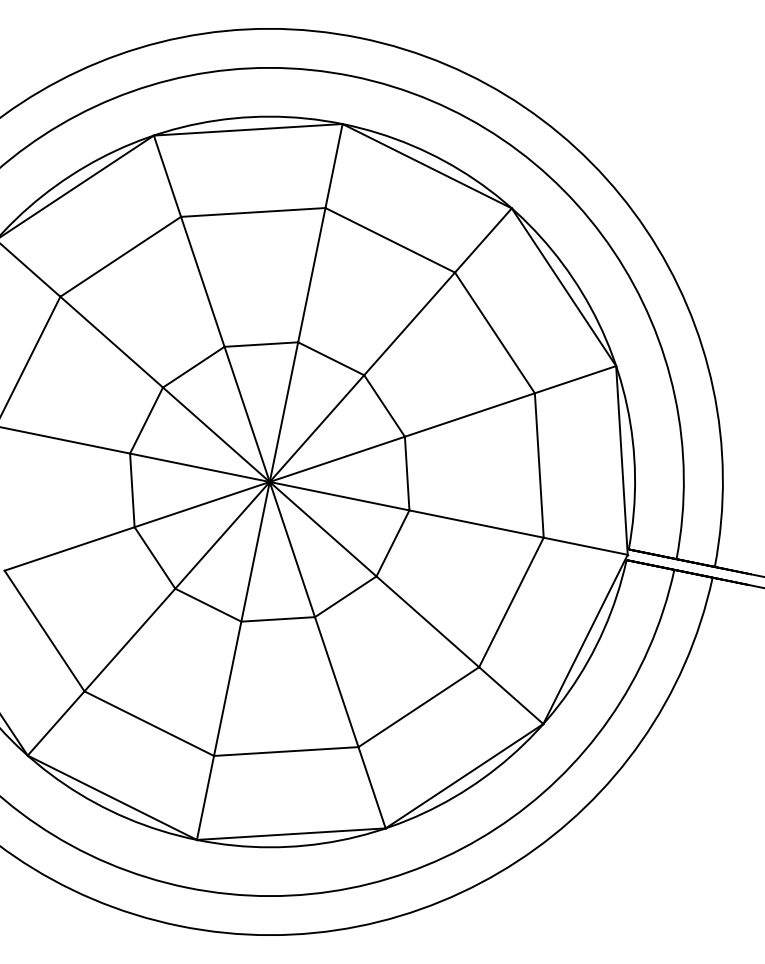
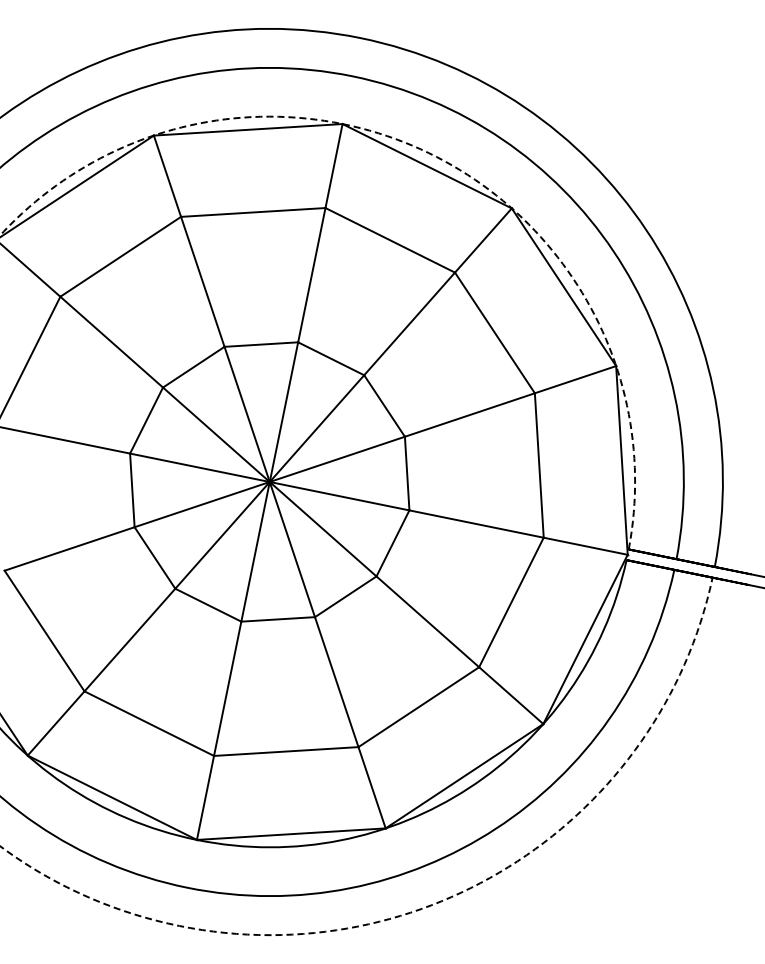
arc at (432, 154): solid -> dashed
arc at (422, 908): solid -> dashed
